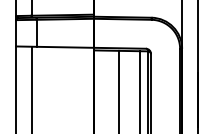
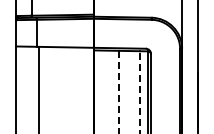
line at (31, 88) position: (31, 88) -> (38, 88)
line at (119, 92): solid -> dashed
line at (140, 92): solid -> dashed
